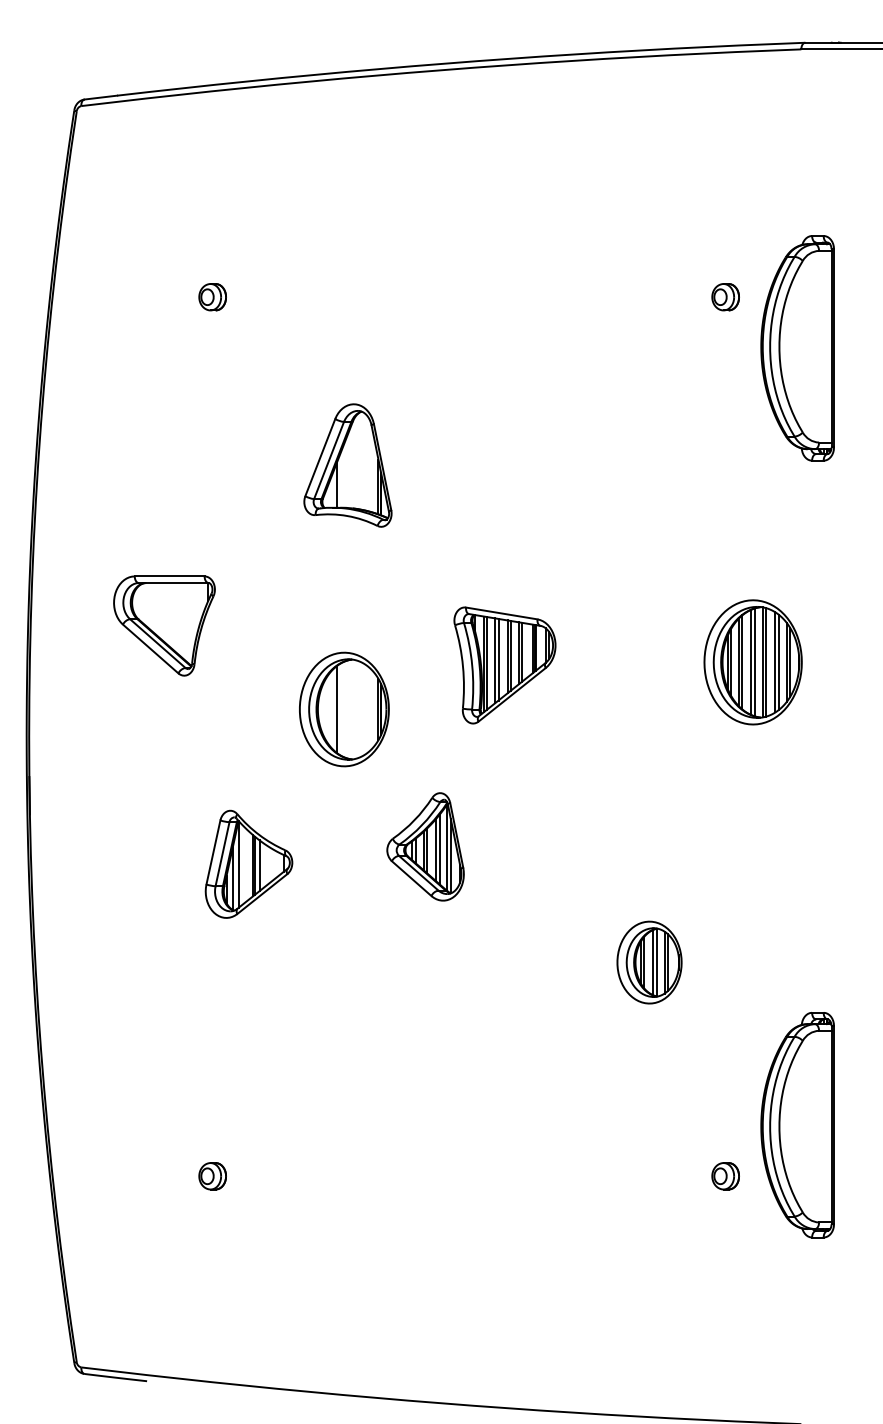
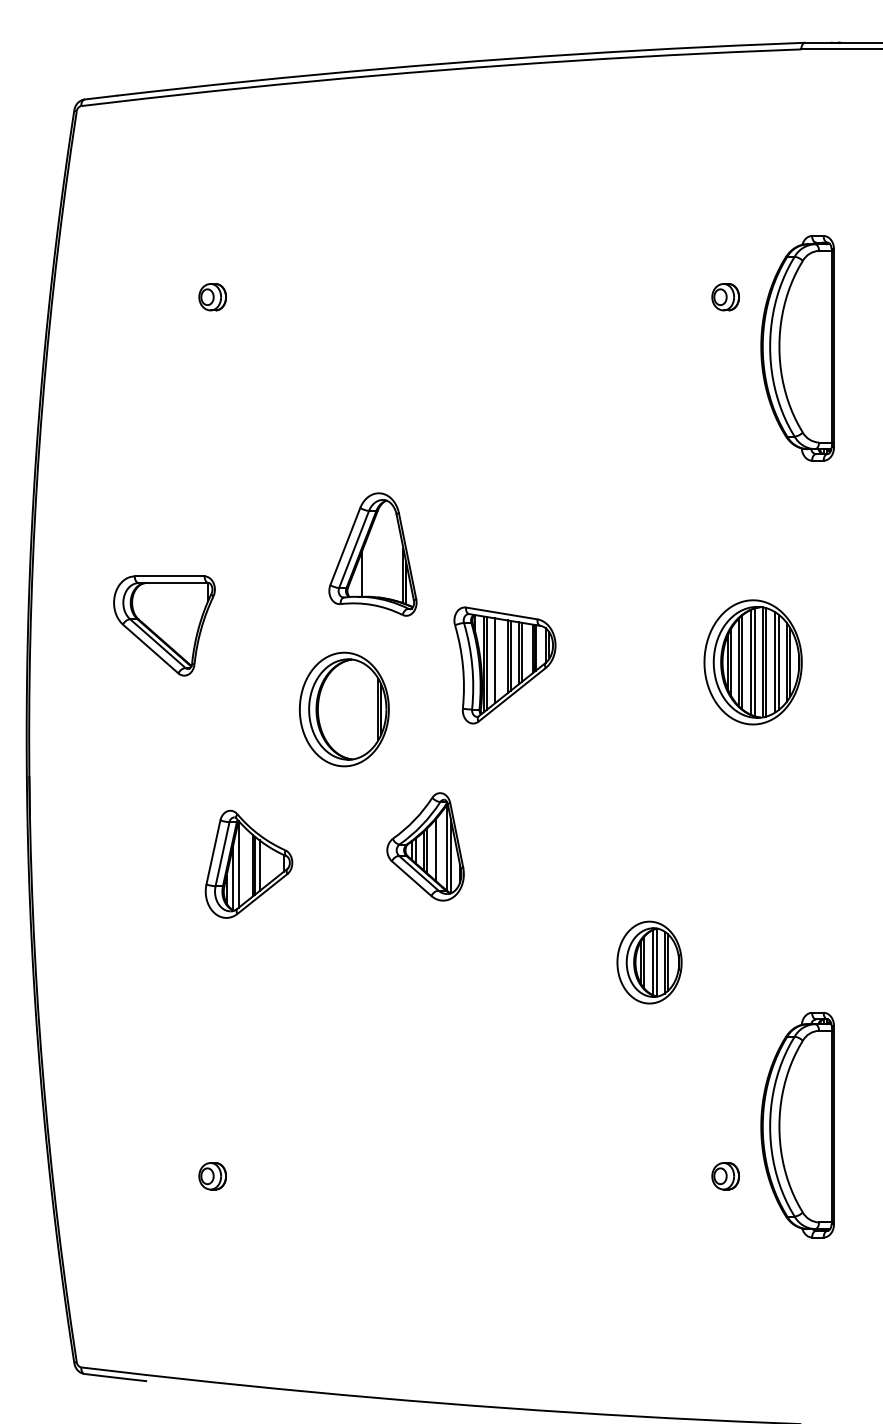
part at (347, 465) position: (347, 465) -> (372, 554)
line at (498, 659): present -> none
line at (336, 709): present -> none
line at (439, 849): present -> none
